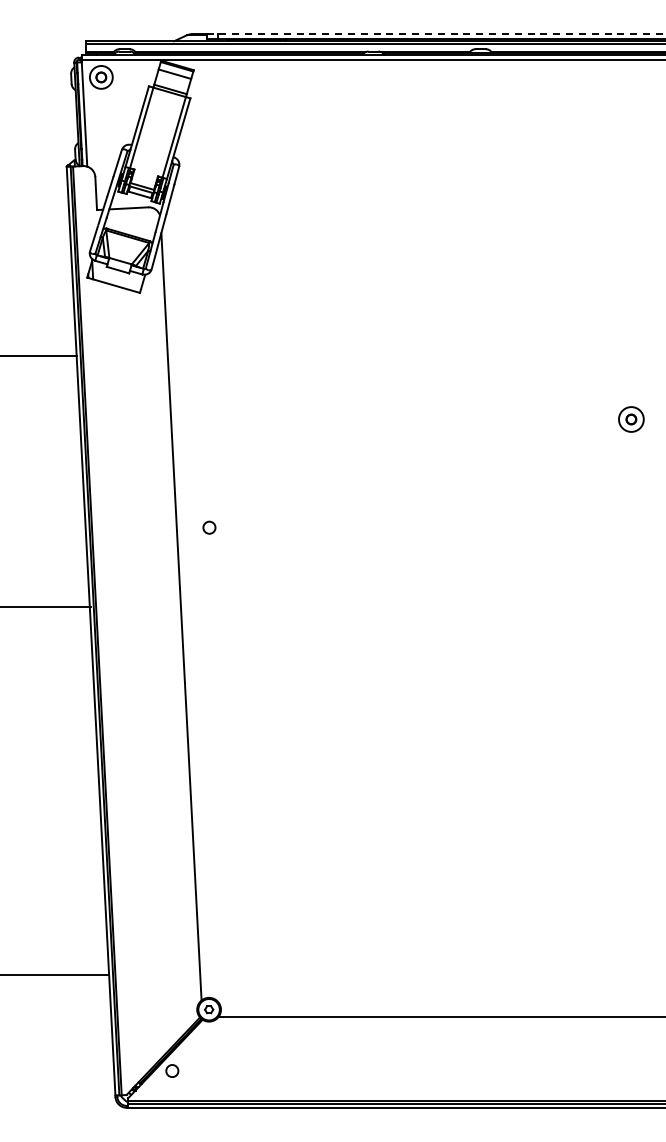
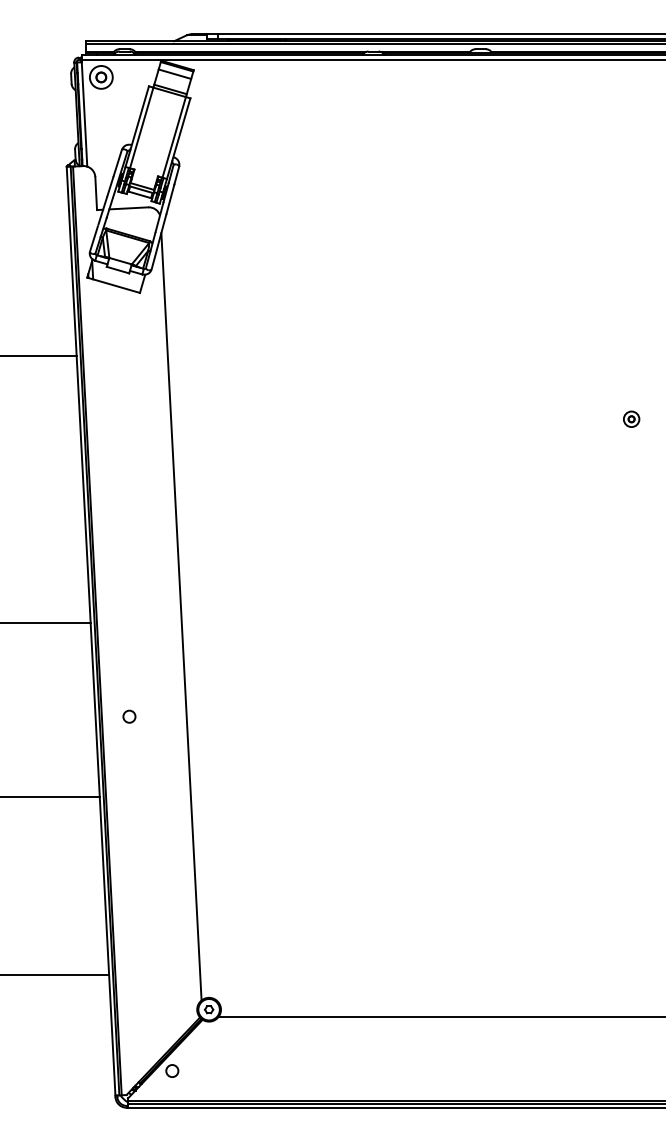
line at (436, 34): dashed -> solid
part at (631, 419) size: 27x27 px -> 18x18 px
circle at (209, 527) position: (209, 527) -> (129, 716)
line at (46, 606) position: (46, 606) -> (46, 622)
line at (50, 797): none -> present
